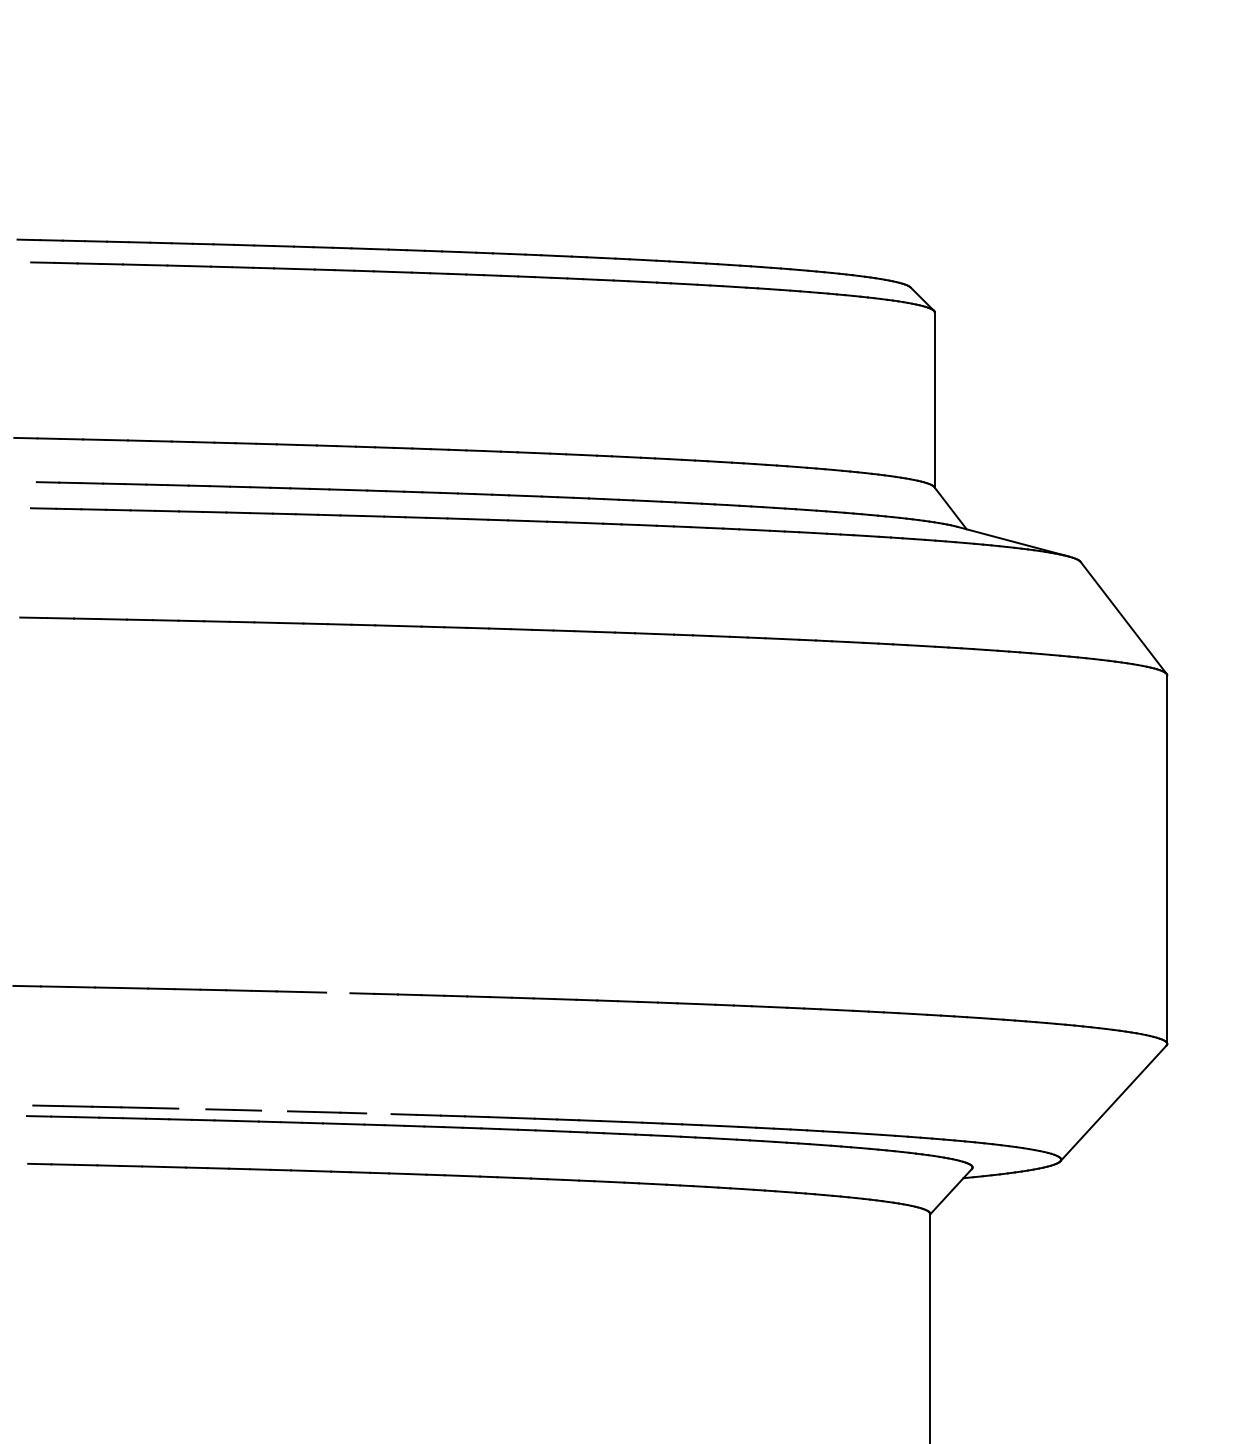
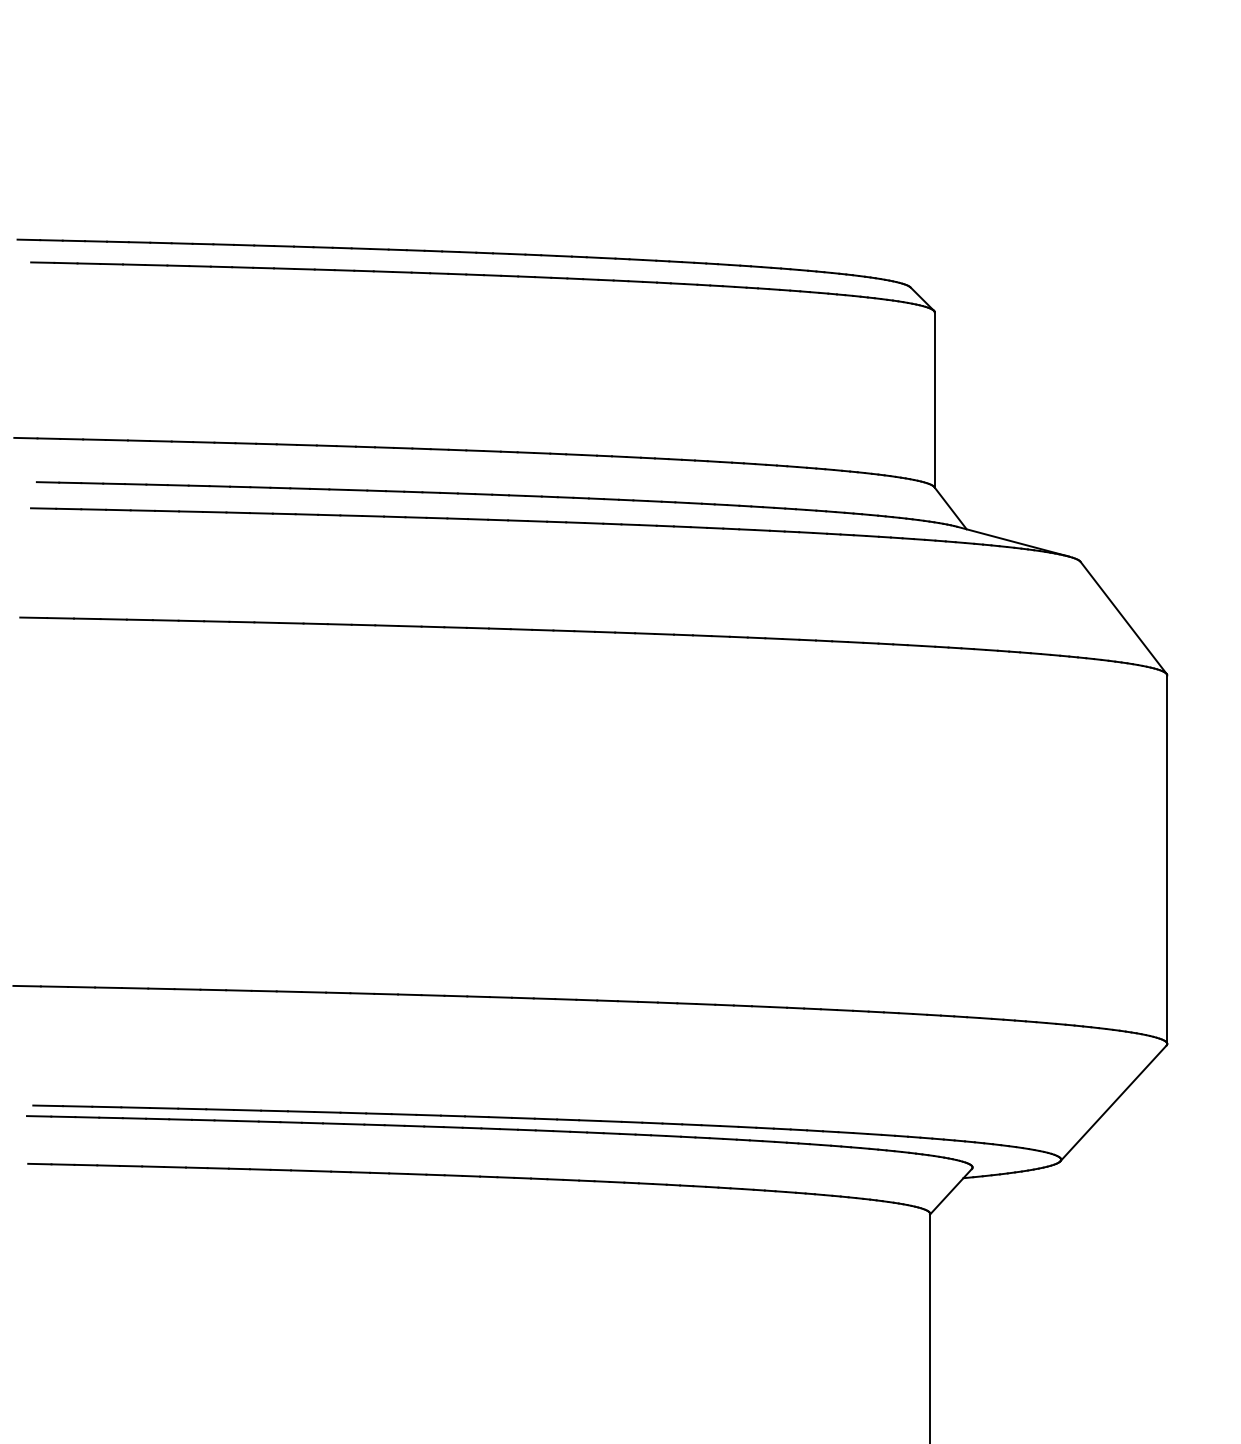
line at (338, 992): none -> present
line at (192, 1108): none -> present
line at (274, 1110): none -> present
line at (378, 1113): none -> present
